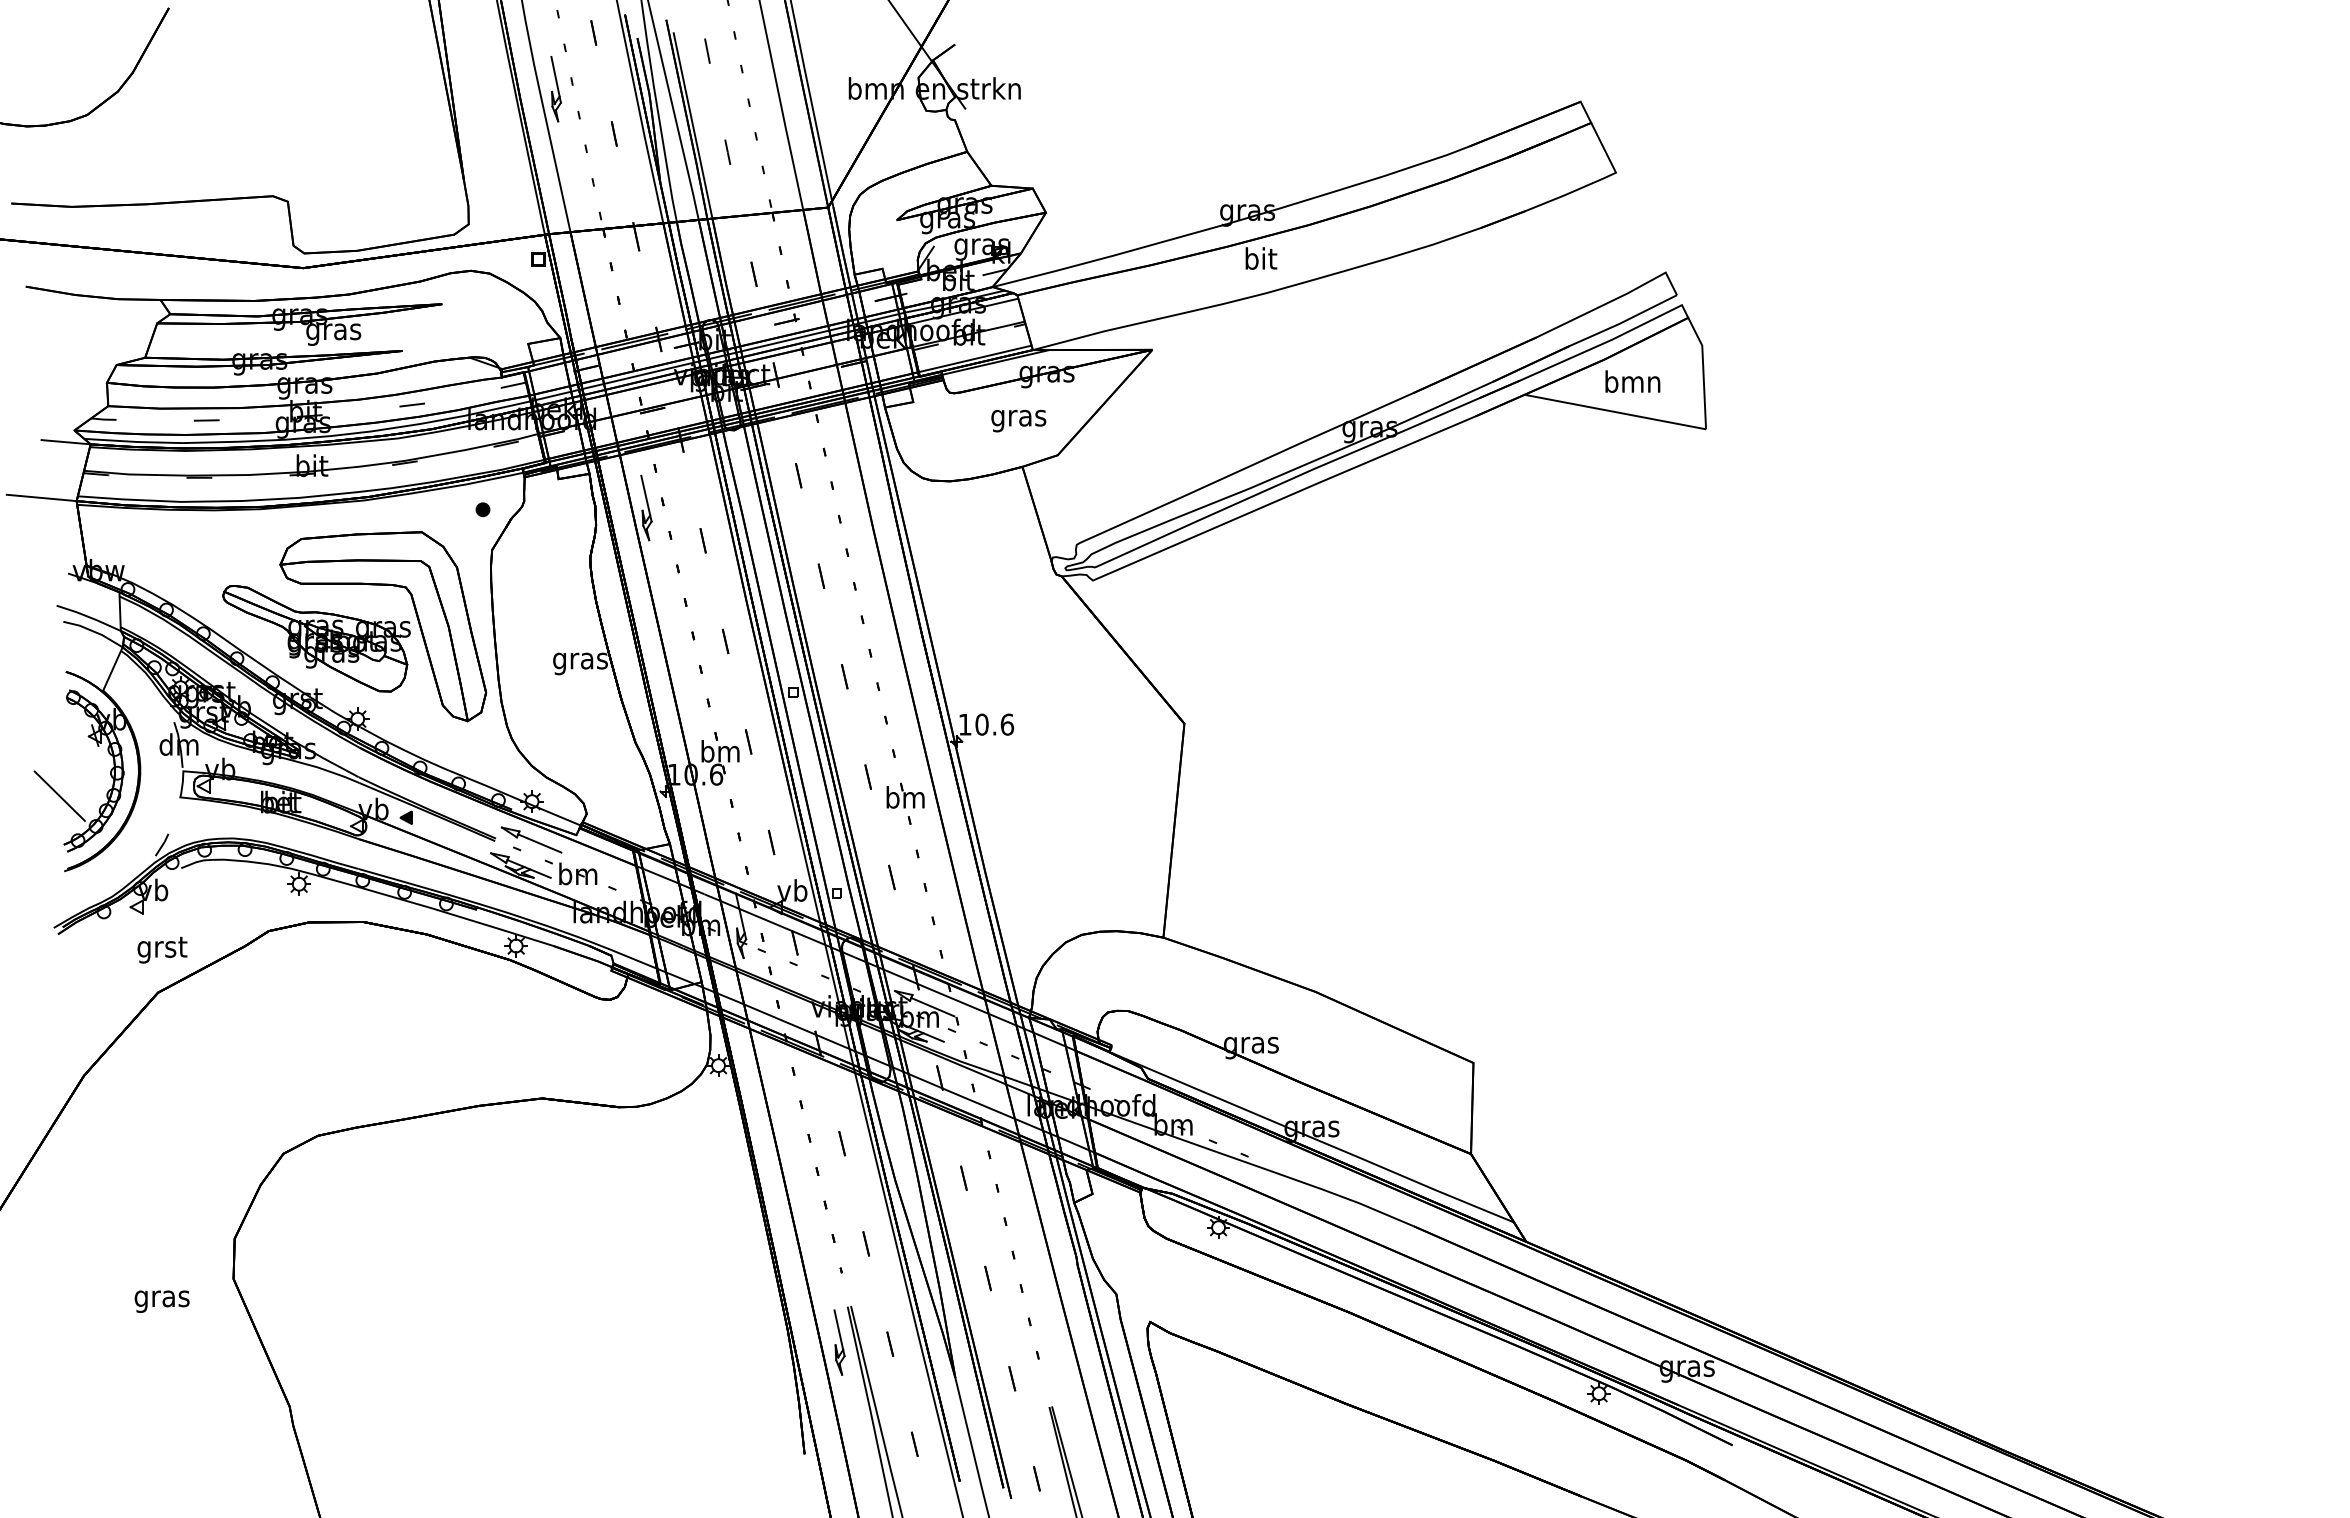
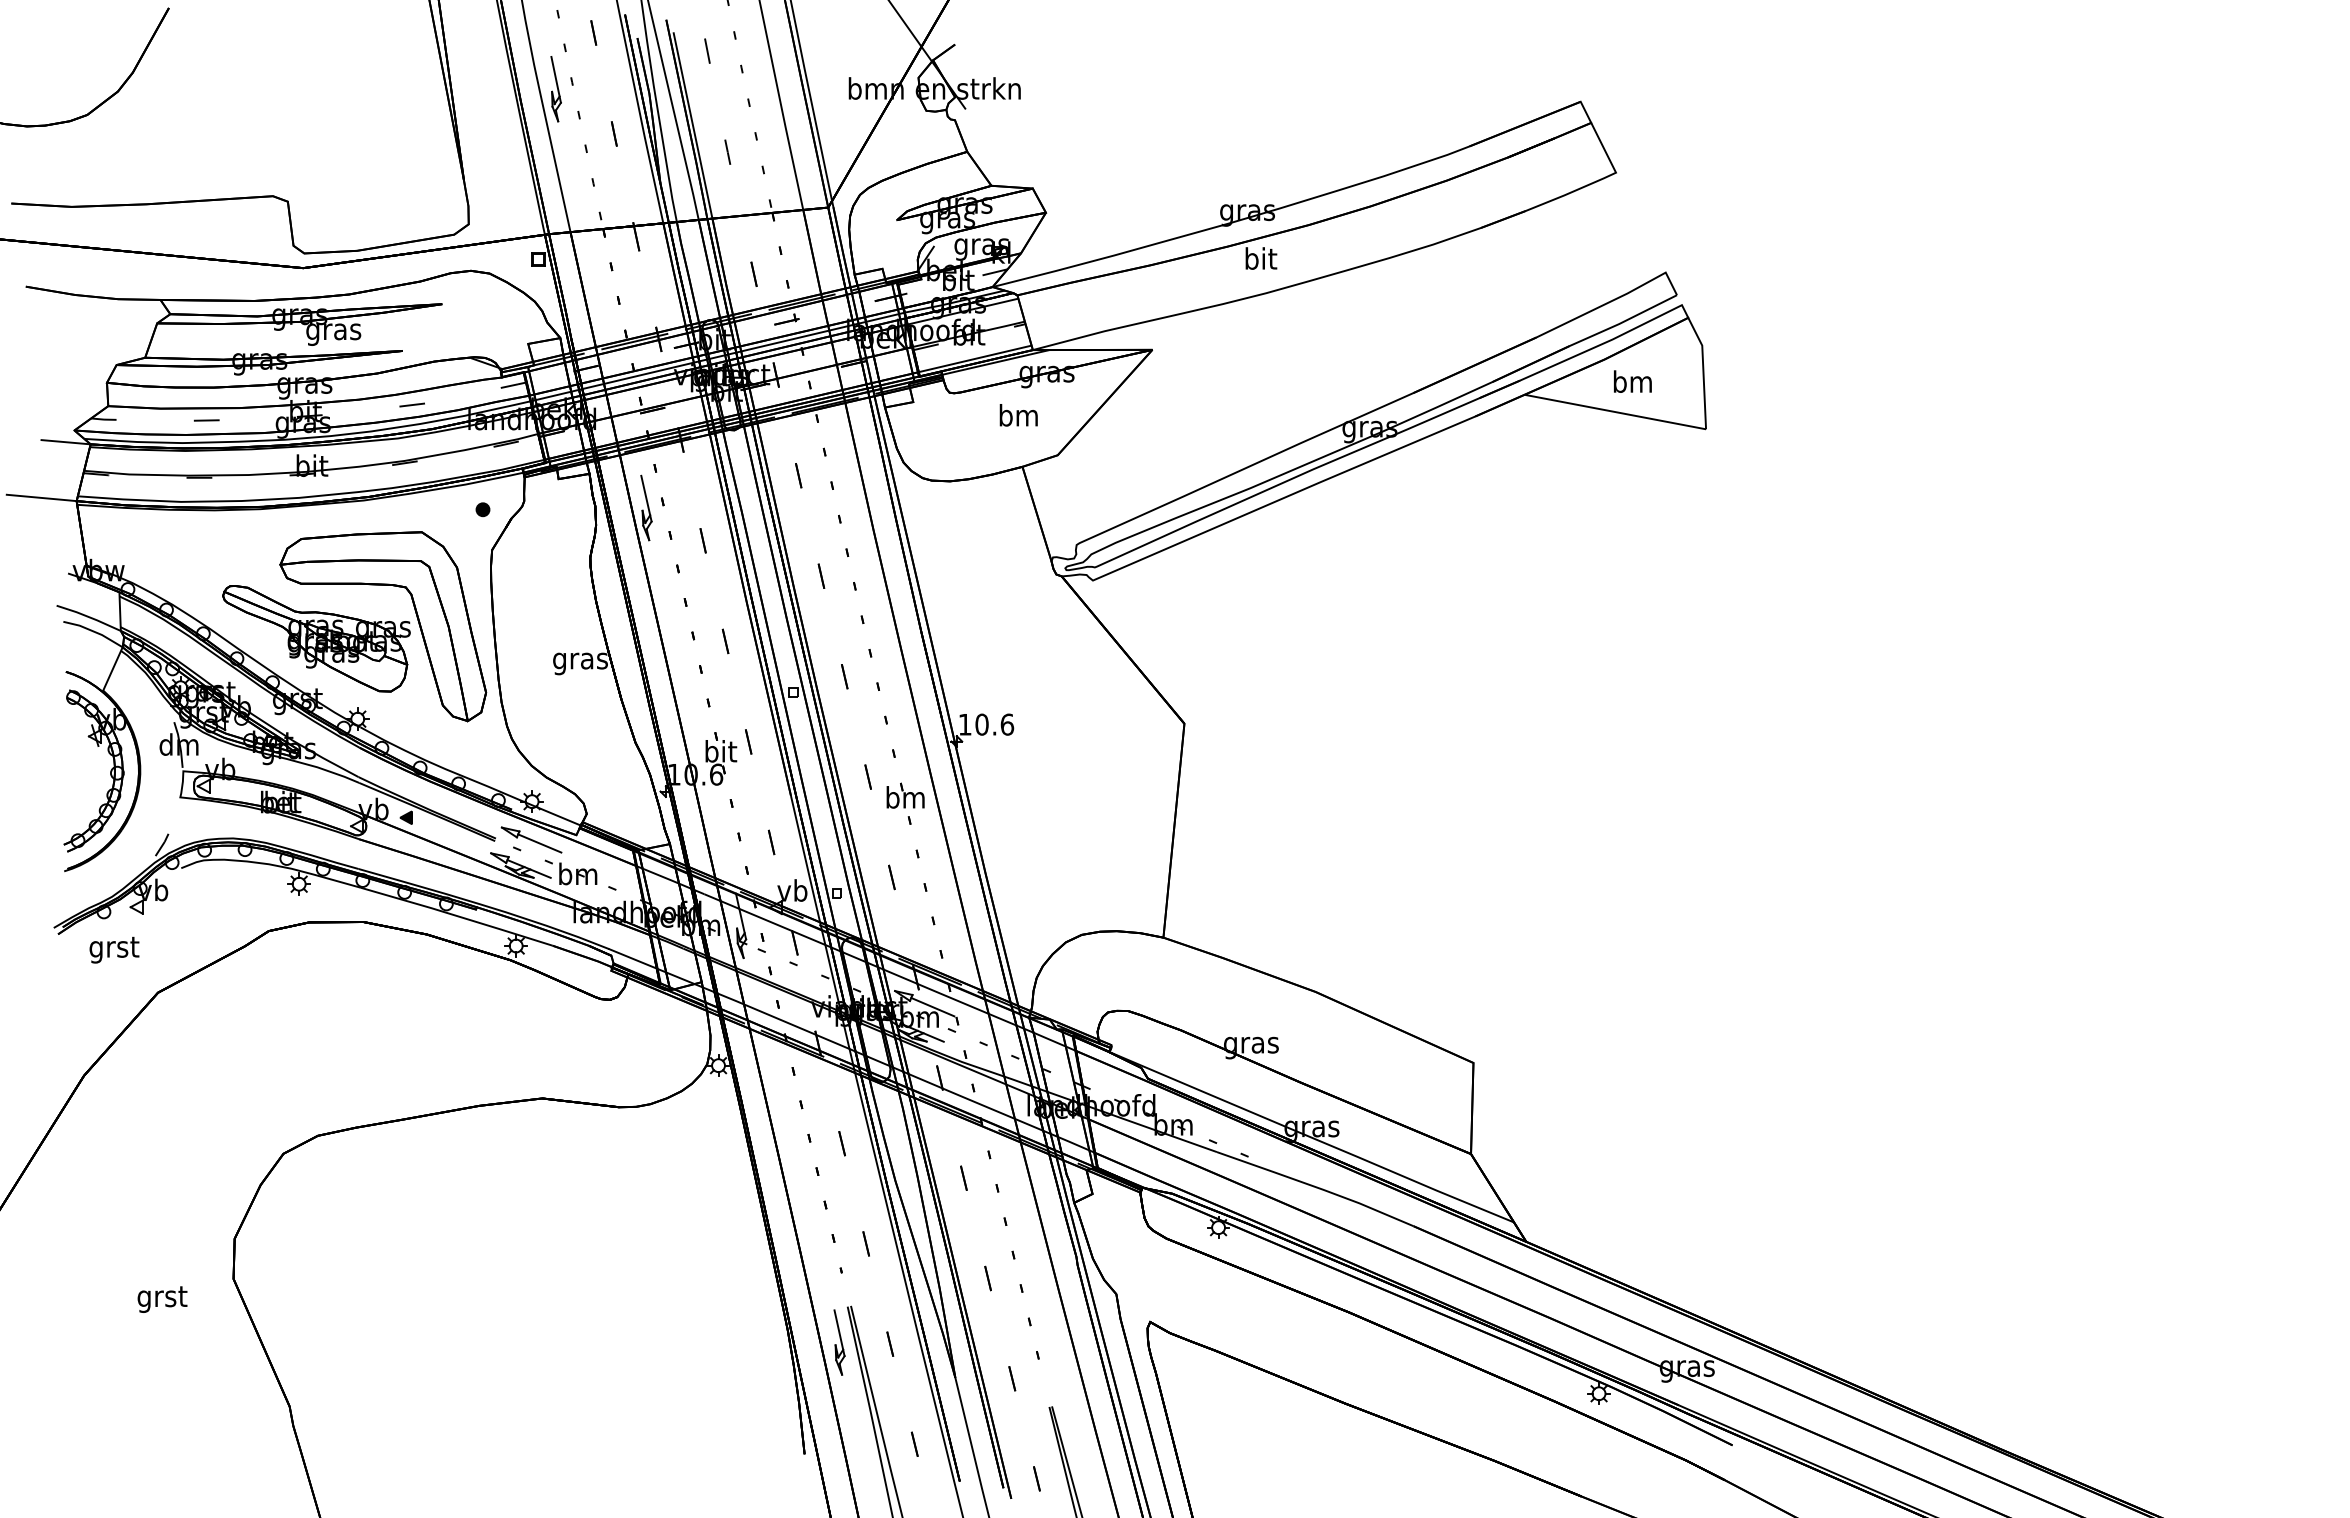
text at (1632, 381): bmn -> bm
text at (1018, 418): gras -> bm
text at (720, 751): bm -> bit
line at (59, 795): present -> none
text at (162, 949) position: (162, 949) -> (114, 949)
text at (161, 1299): gras -> grst
